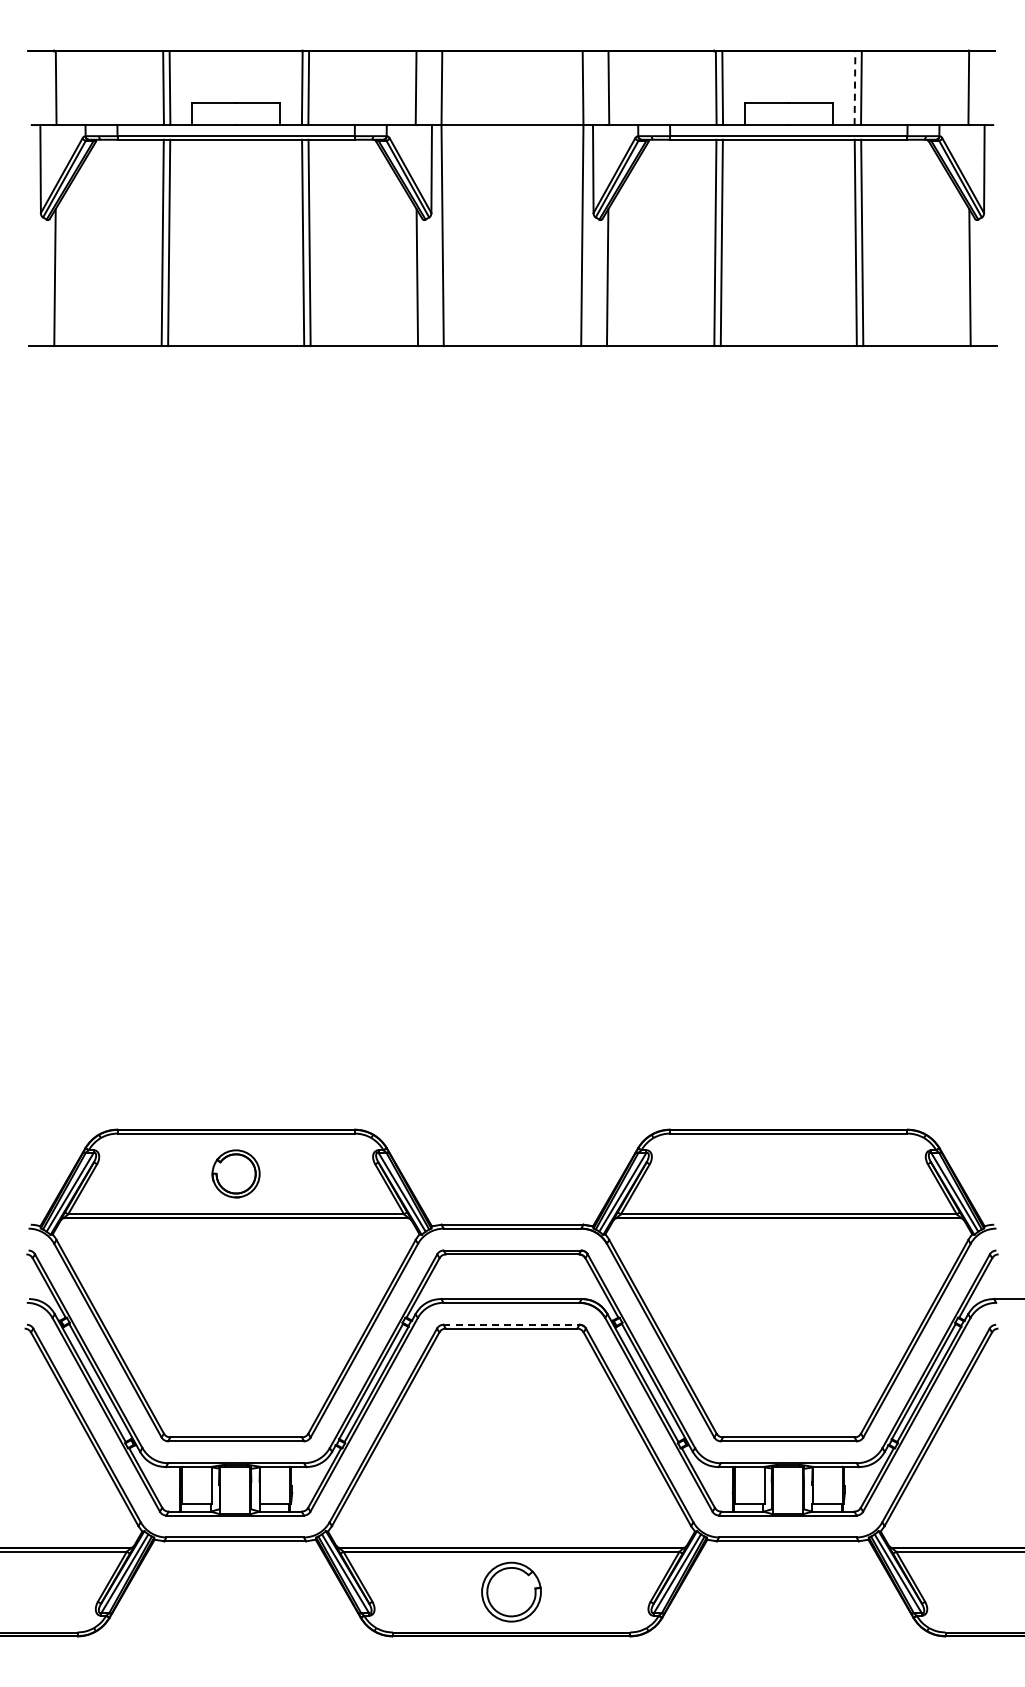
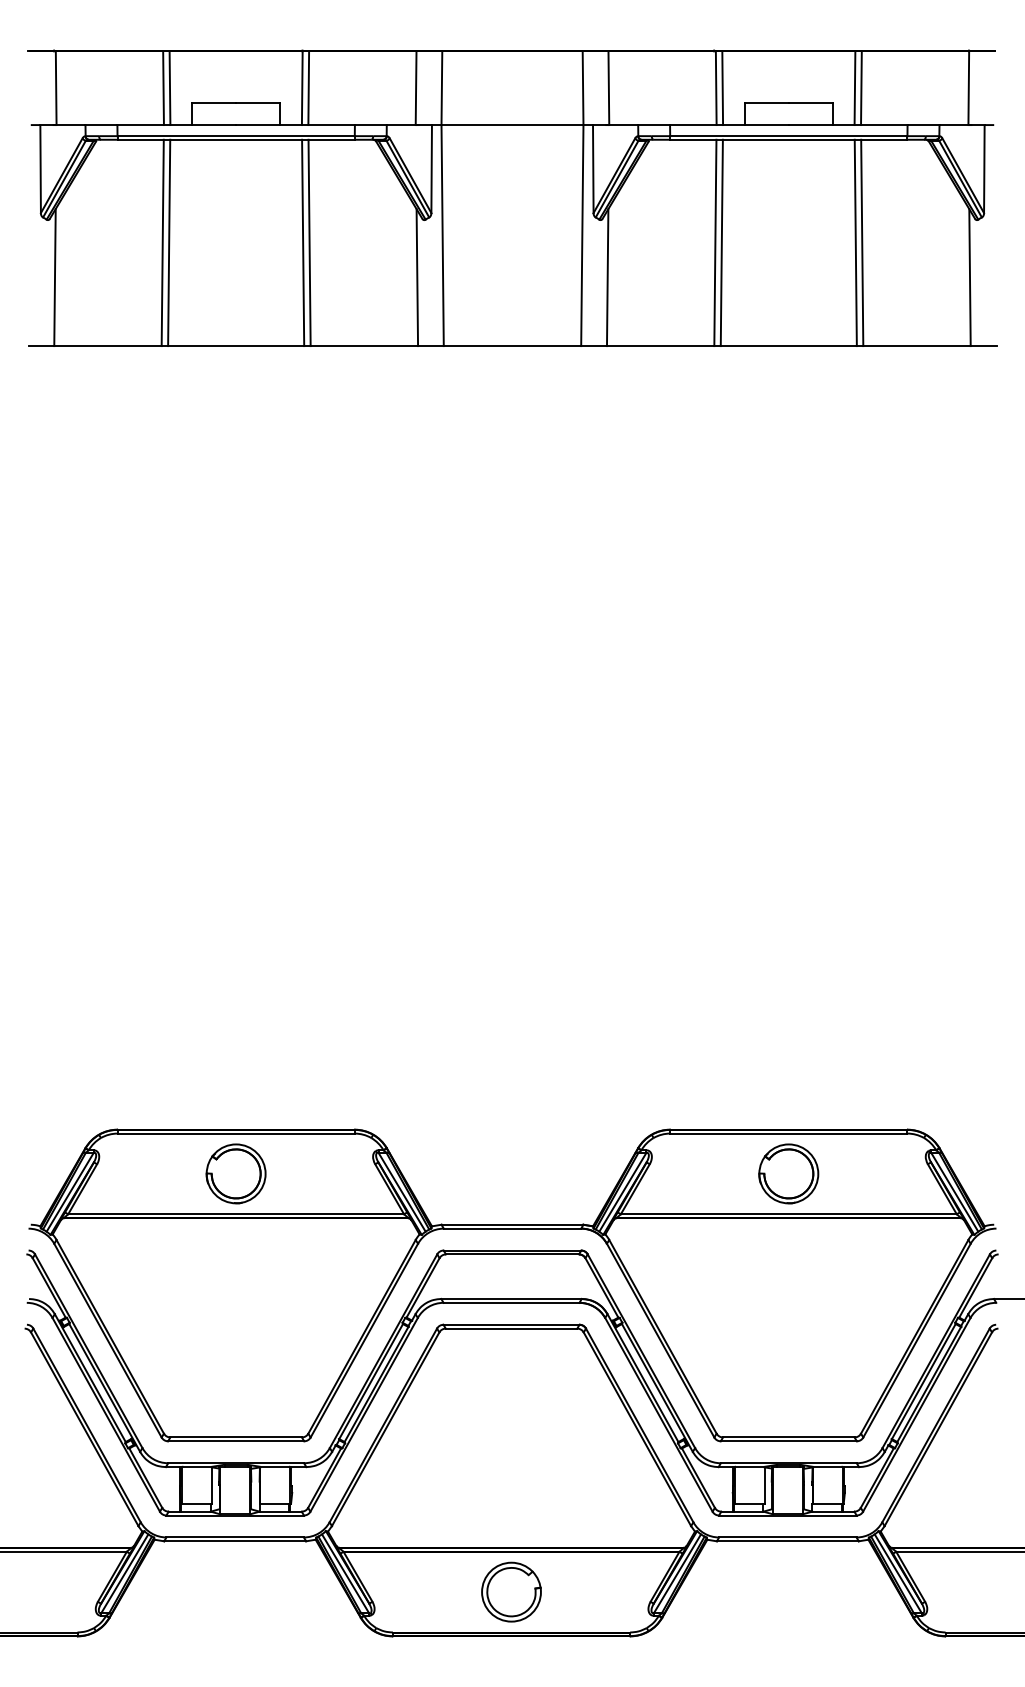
line at (854, 88): dashed -> solid
part at (235, 1173) size: 50x50 px -> 62x62 px
part at (788, 1173): none -> present
line at (512, 1324): dashed -> solid
